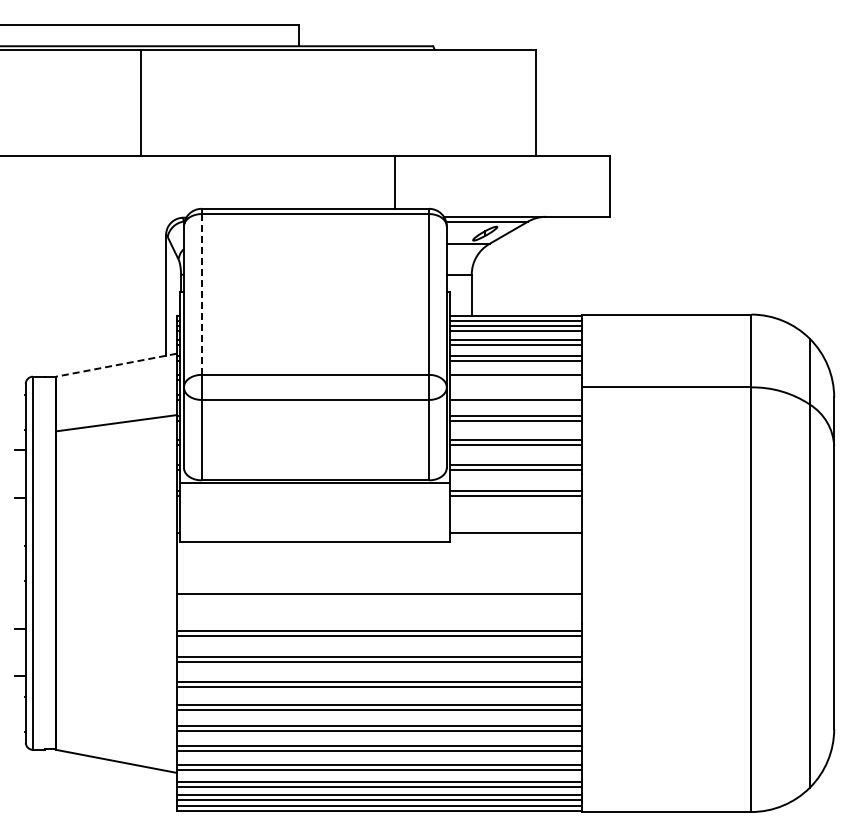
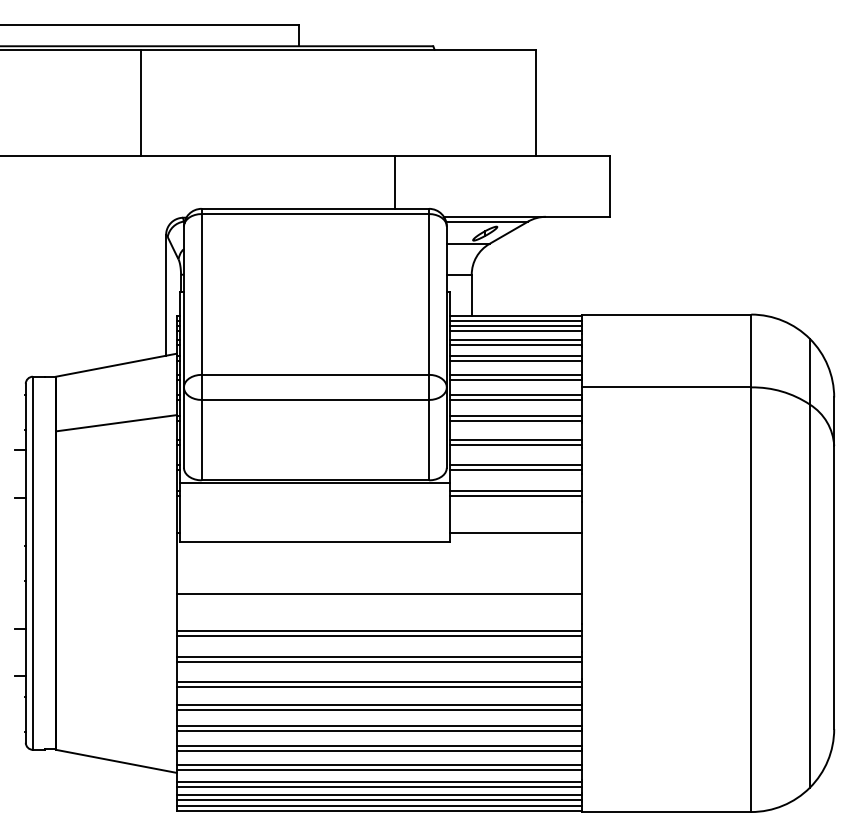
line at (201, 293): dashed -> solid
line at (115, 365): dashed -> solid
line at (515, 380): none -> present
line at (515, 395): none -> present
